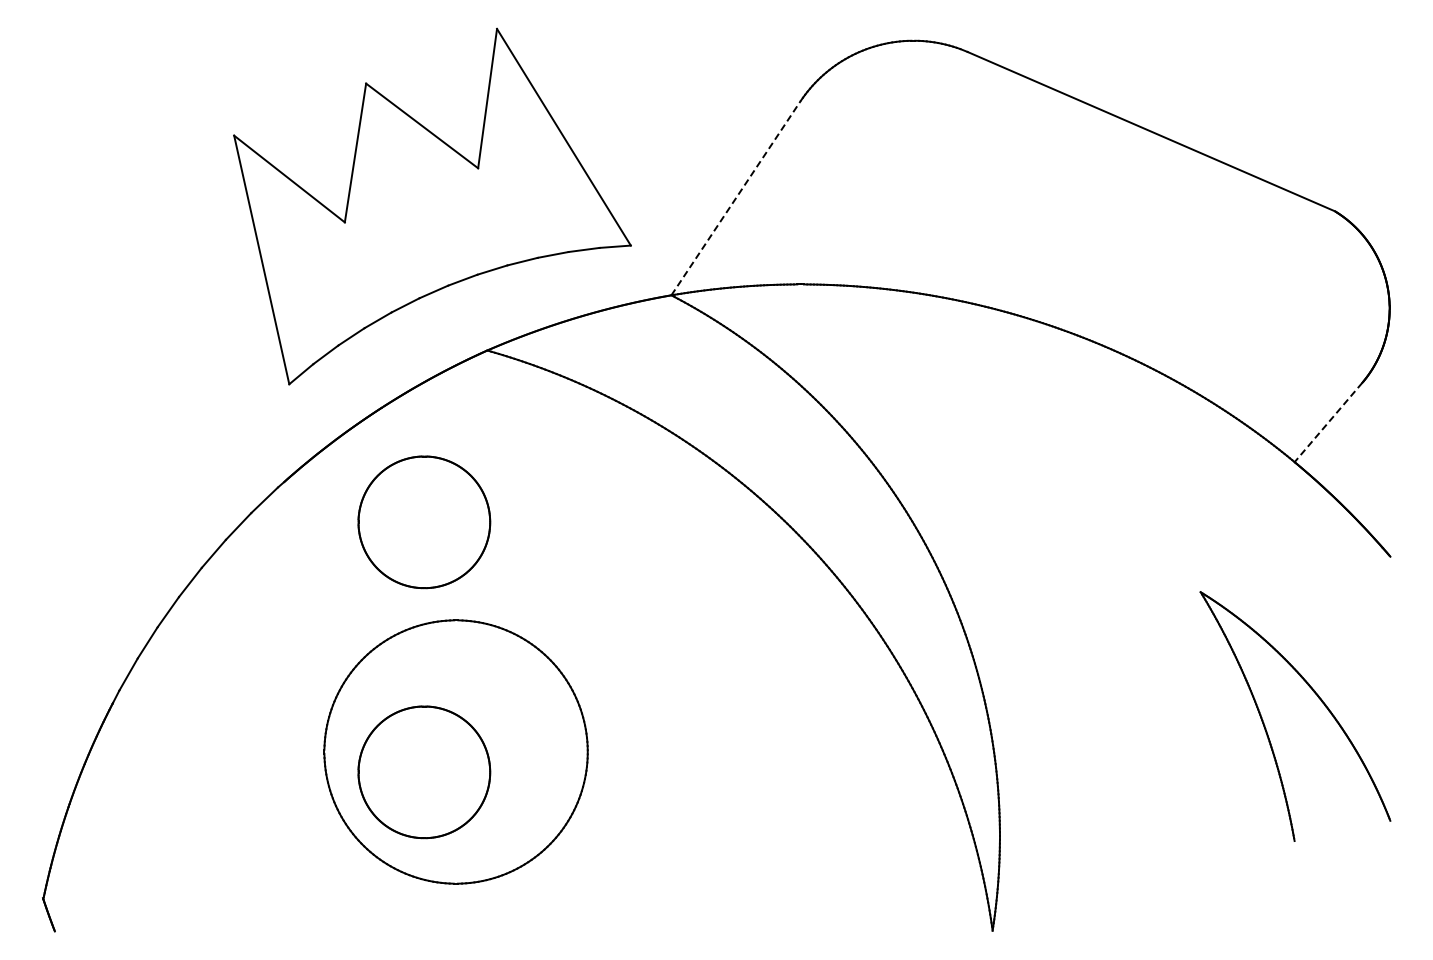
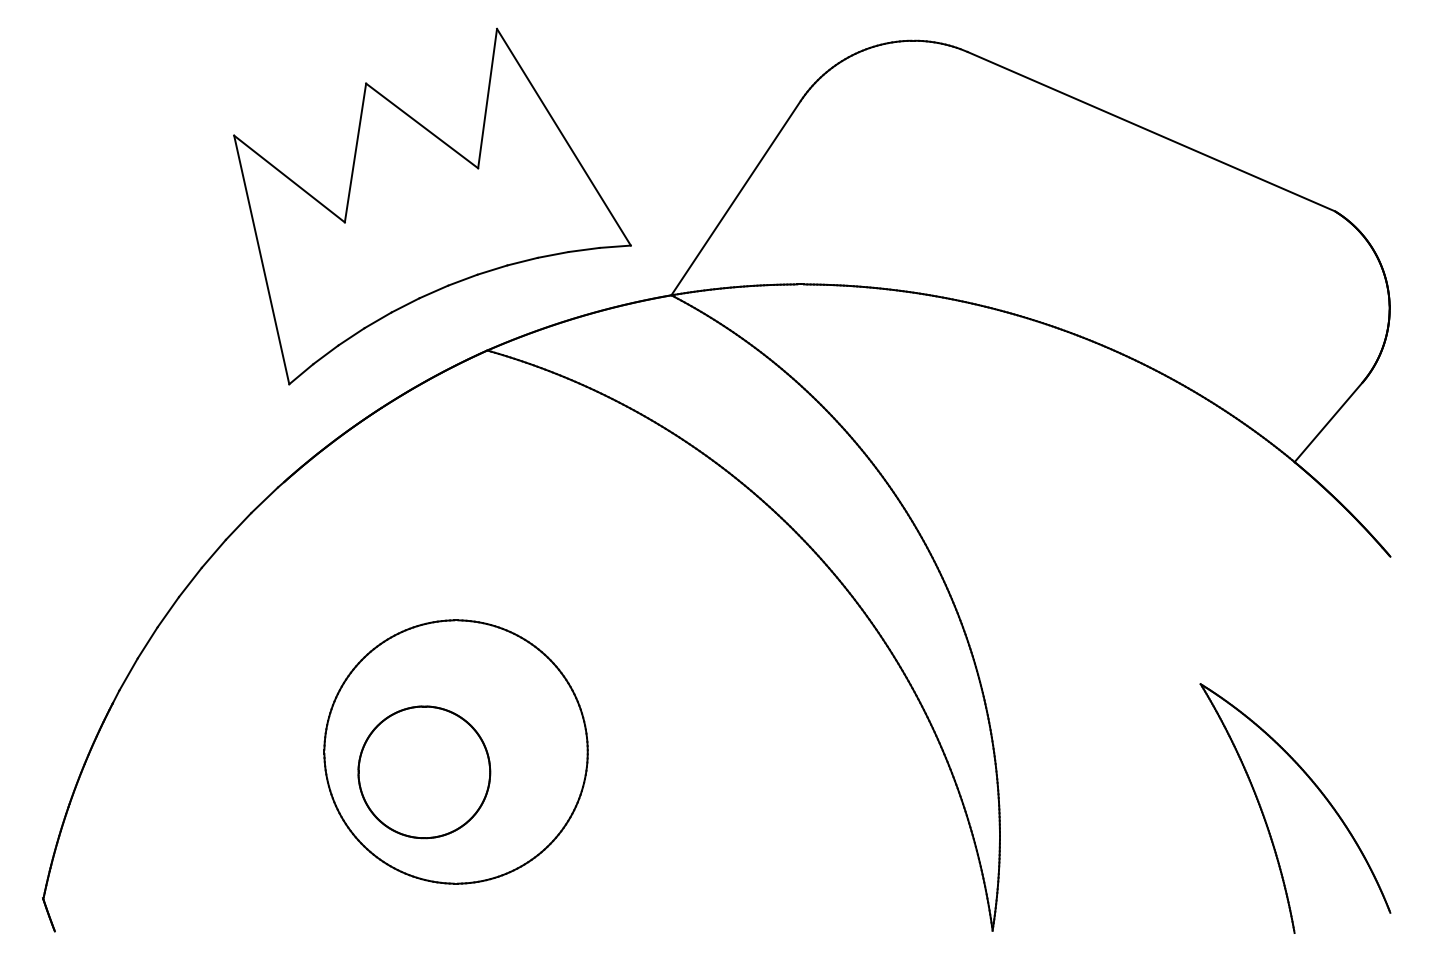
line at (736, 198): dashed -> solid
line at (1328, 422): dashed -> solid
part at (424, 522): present -> none
part at (1318, 698) position: (1318, 698) -> (1318, 790)
